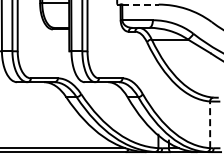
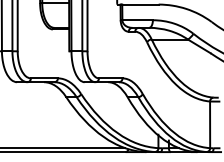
line at (140, 4): dashed -> solid
line at (210, 124): dashed -> solid
